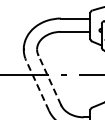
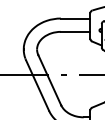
line at (49, 80): dashed -> solid
line at (37, 85): dashed -> solid
